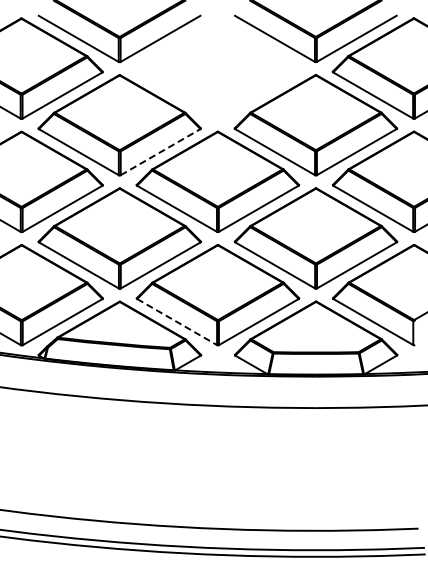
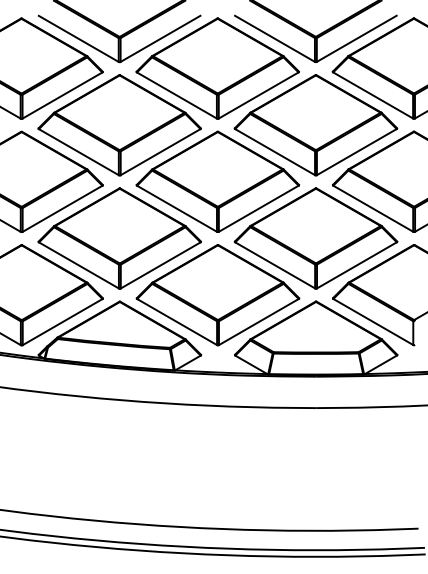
part at (217, 68): none -> present
line at (161, 151): dashed -> solid
line at (177, 322): dashed -> solid
